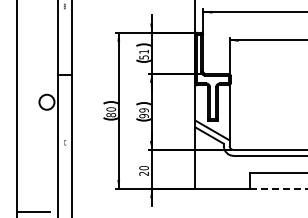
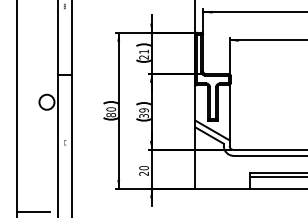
text at (143, 57): 51 -> 21
text at (143, 116): 99 -> 39
line at (277, 176): none -> present
line at (279, 189): dashed -> solid
